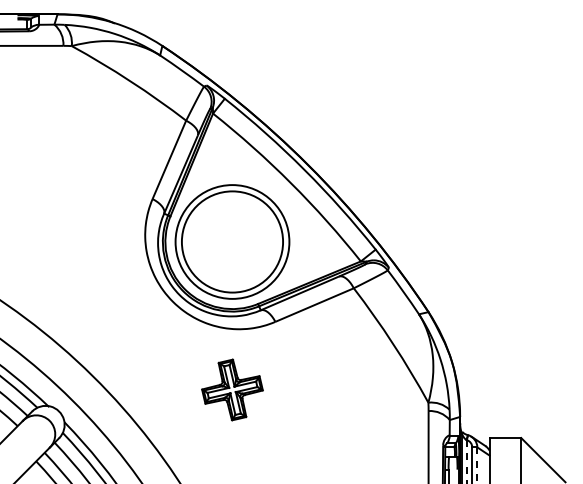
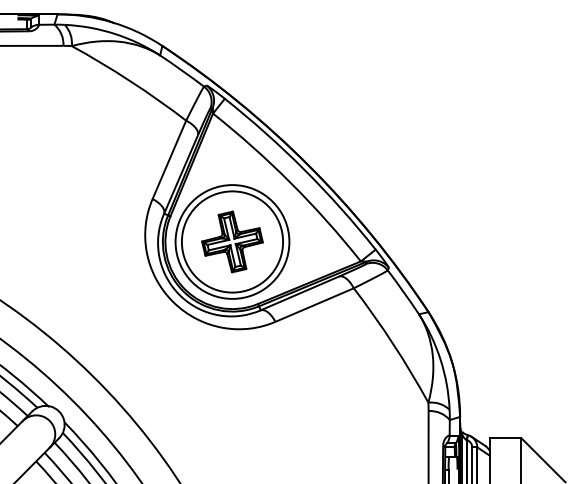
part at (232, 389) position: (232, 389) -> (232, 241)
line at (466, 462): dashed -> solid
line at (477, 465): dashed -> solid
